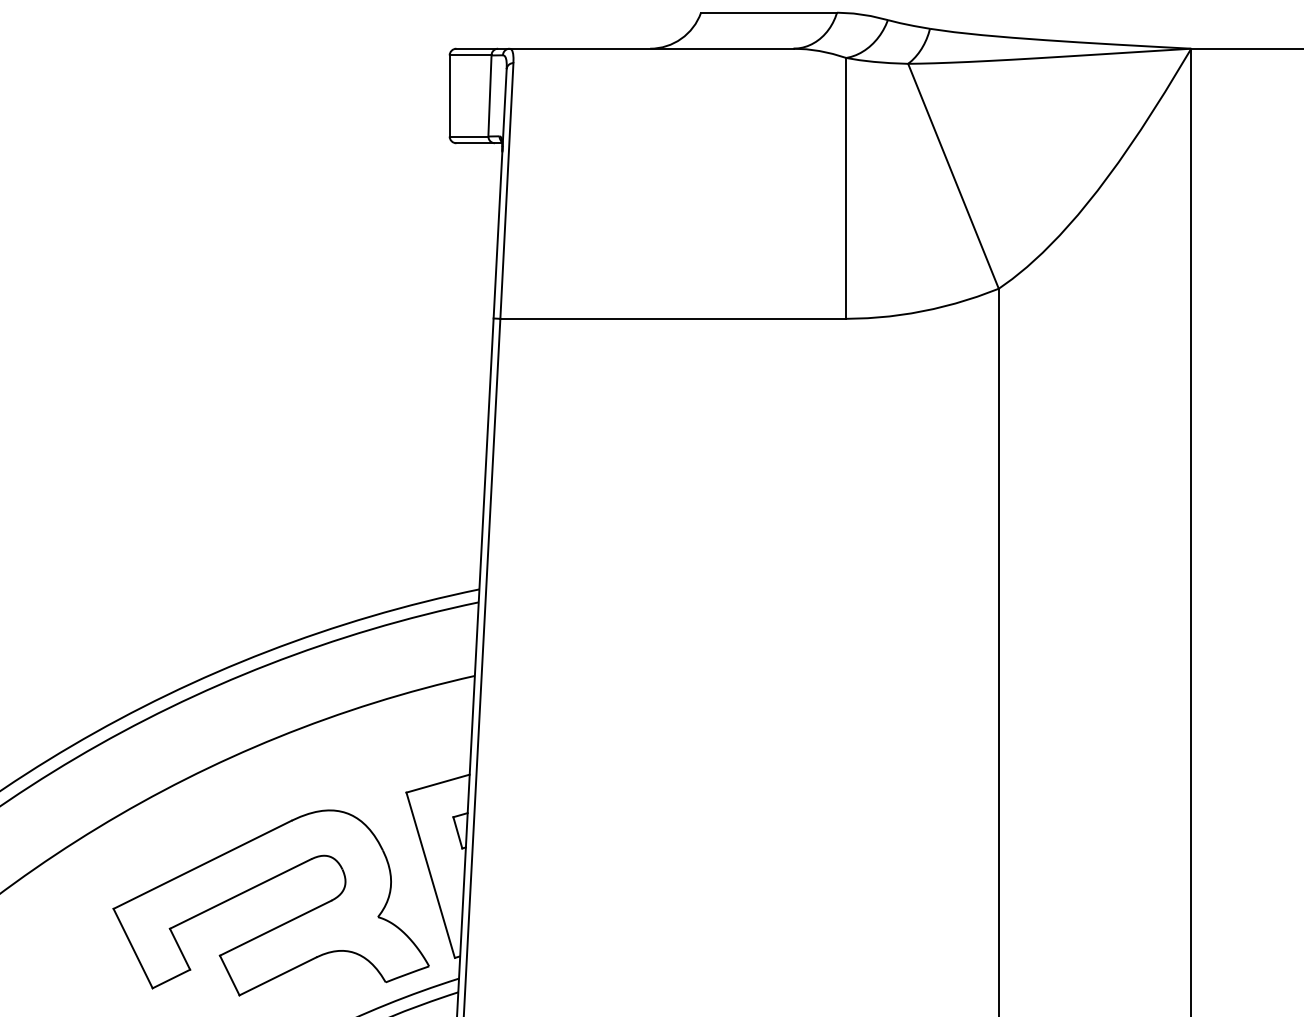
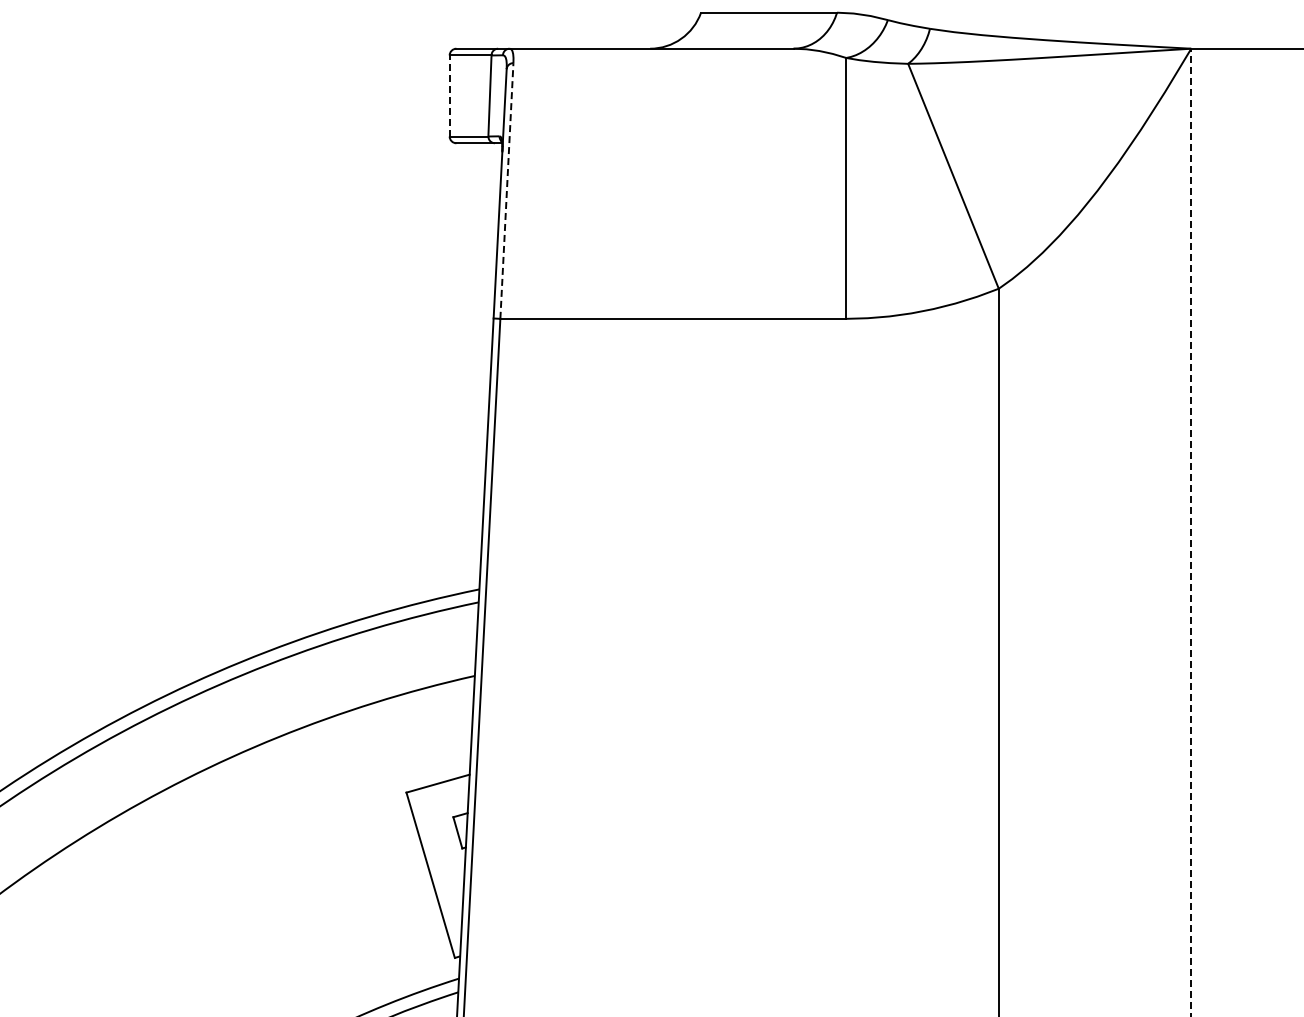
line at (449, 96): solid -> dashed
line at (506, 190): solid -> dashed
line at (1191, 532): solid -> dashed
part at (262, 884): present -> none
